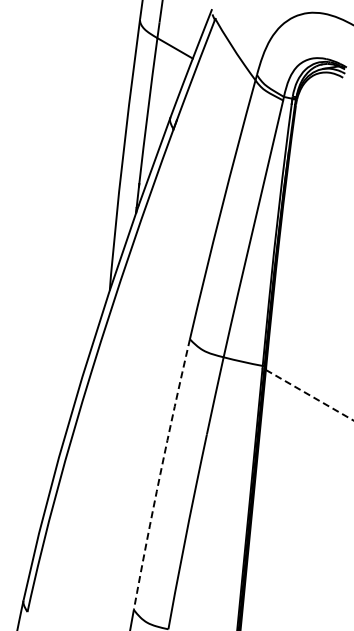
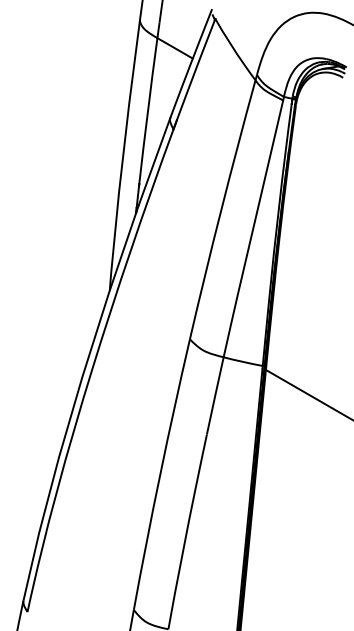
line at (309, 395): dashed -> solid
arc at (160, 474): dashed -> solid
